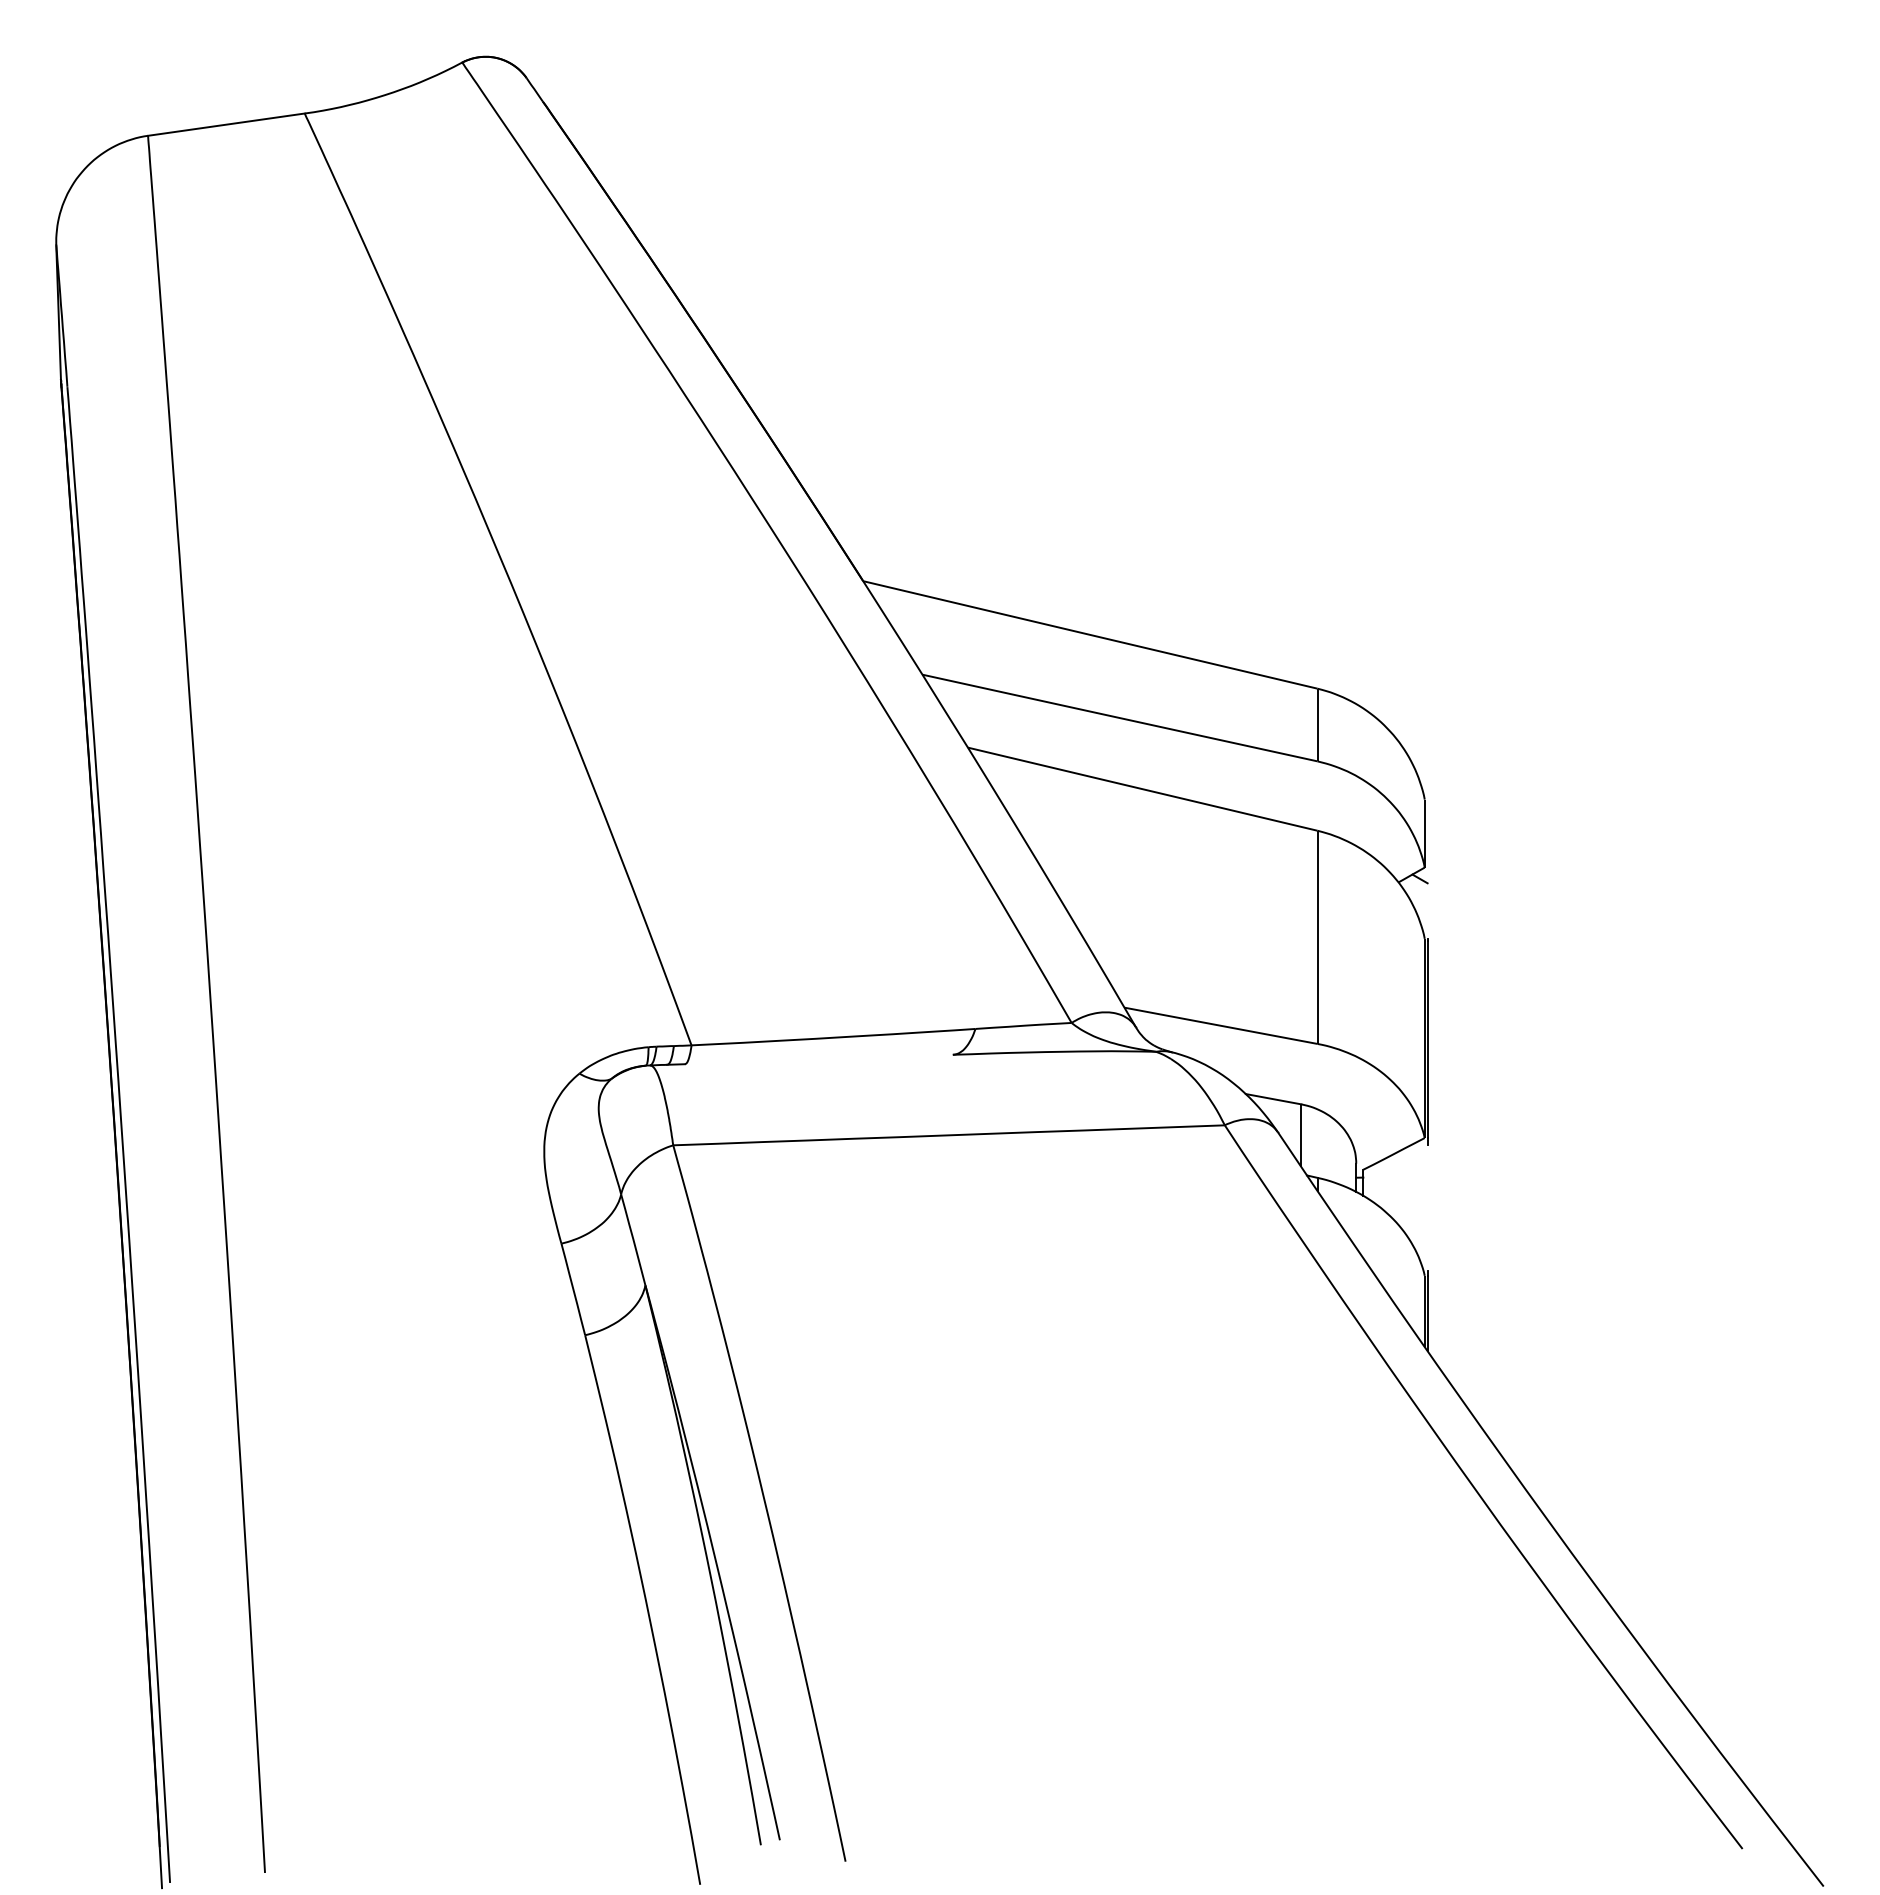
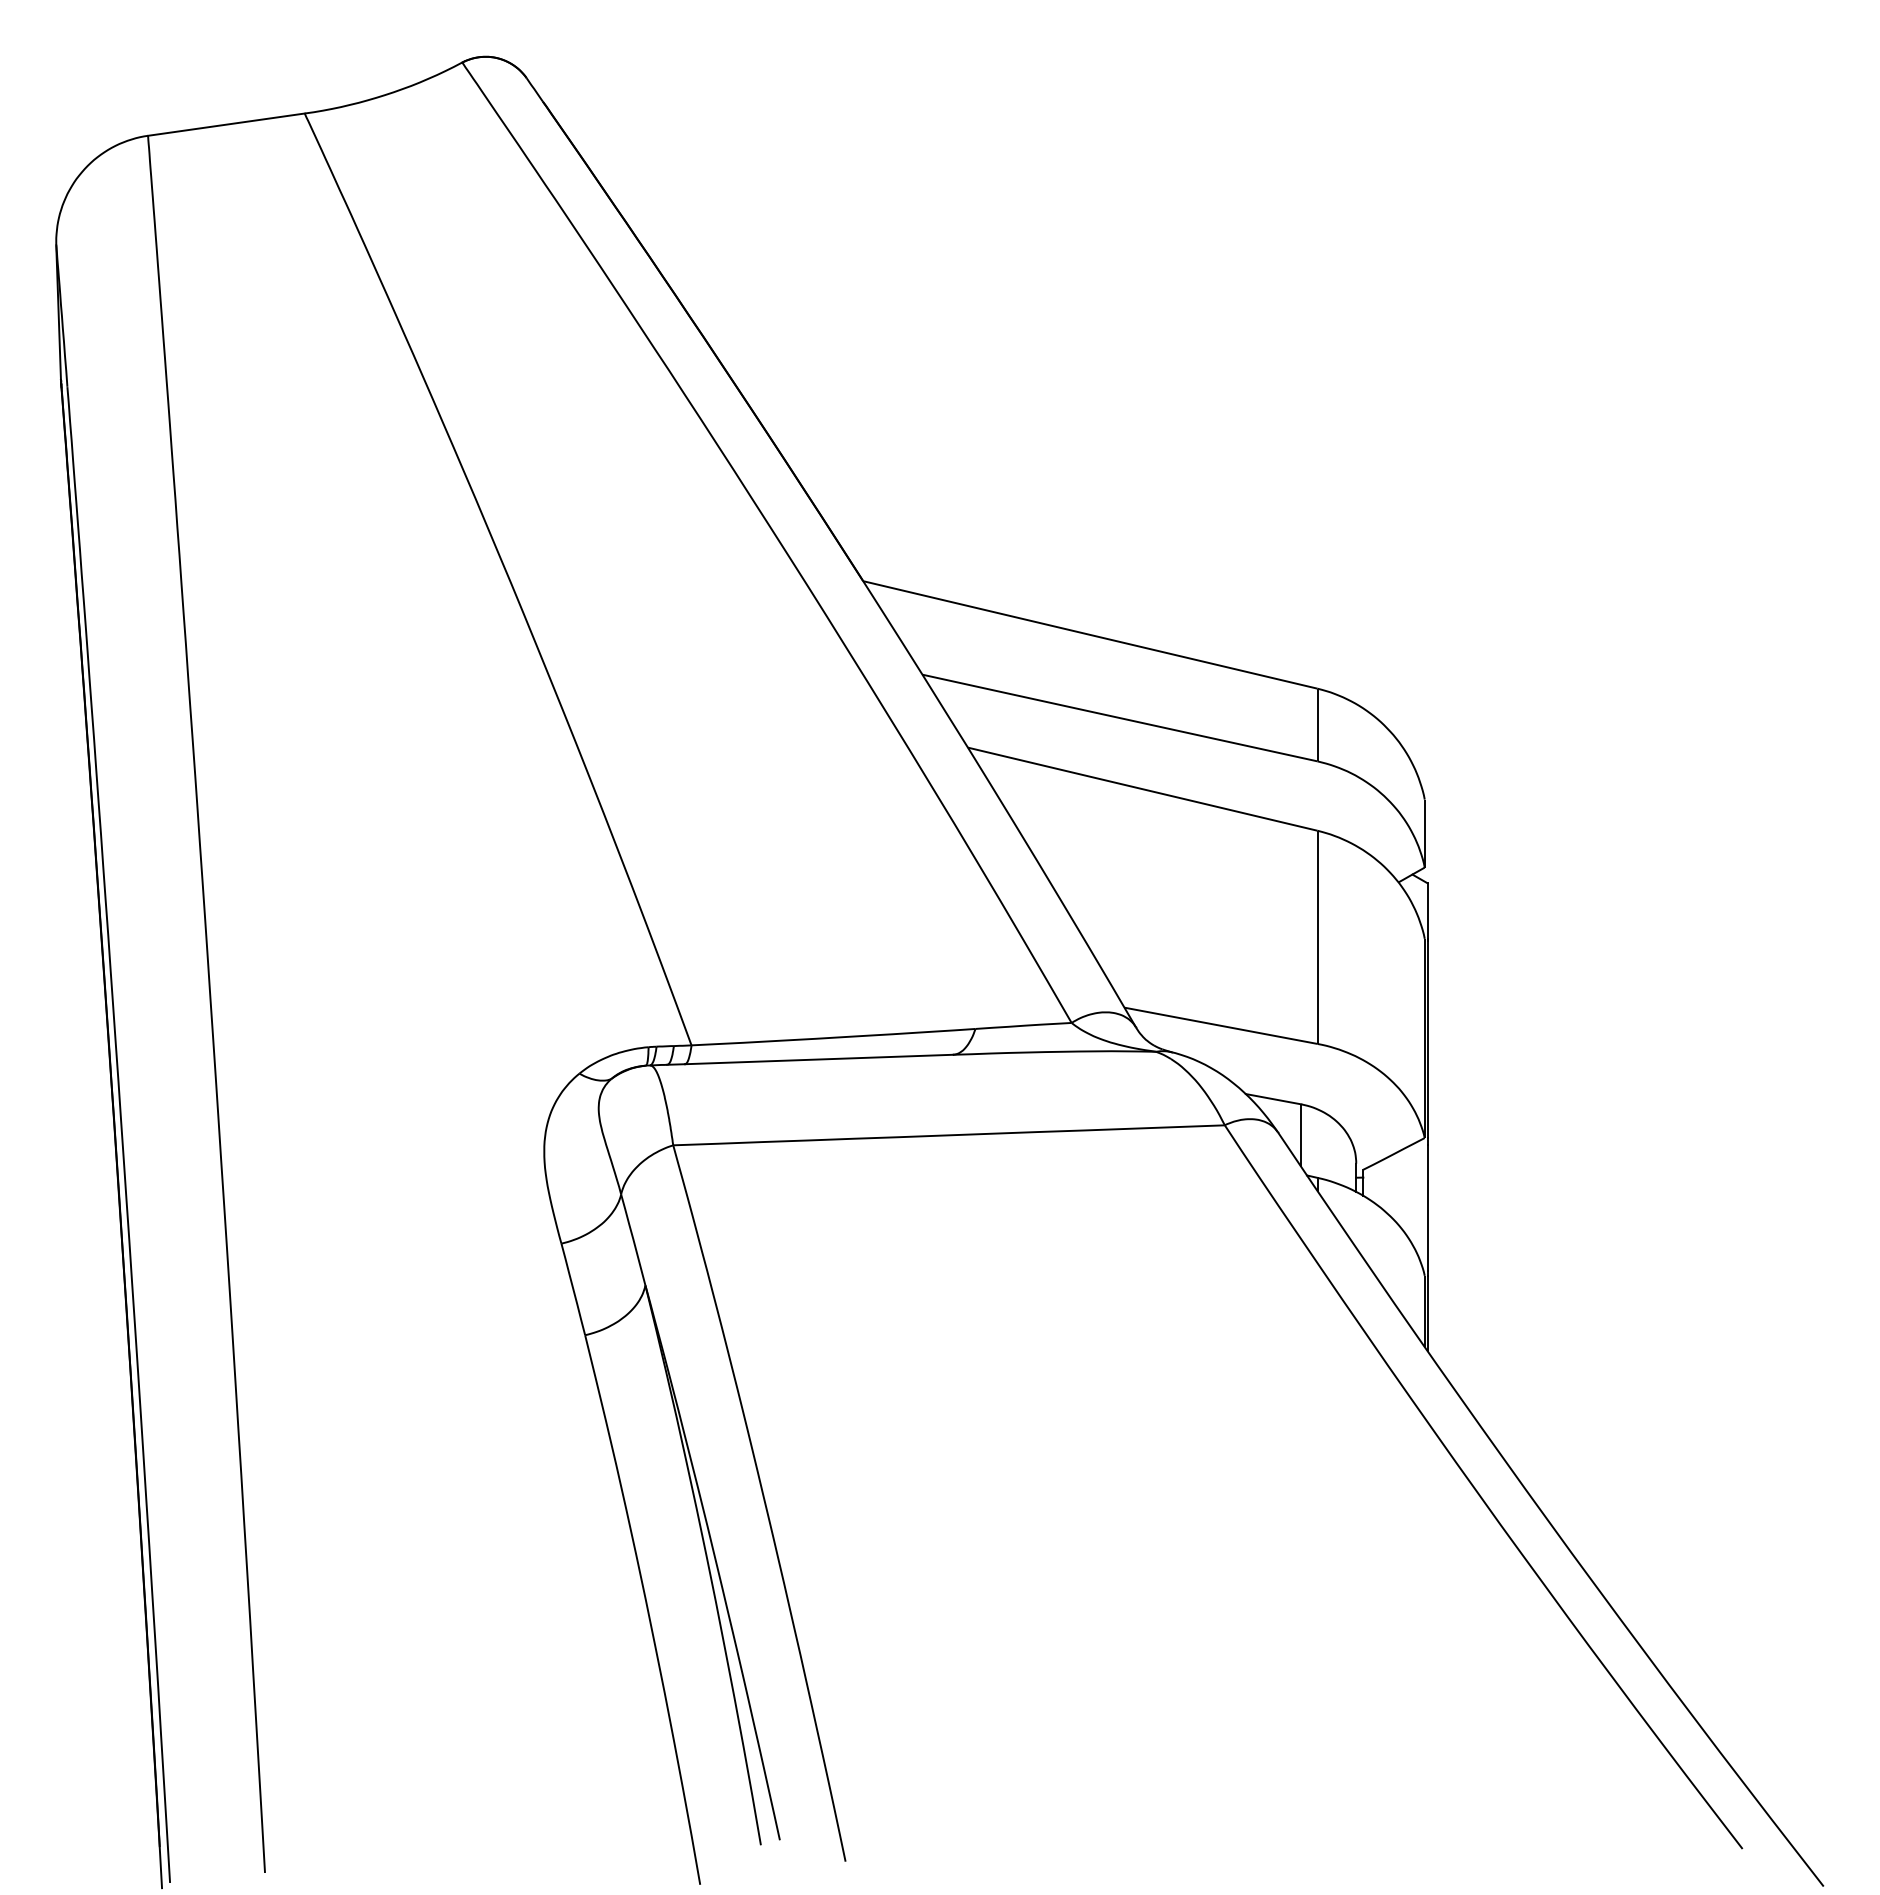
line at (1427, 910): none -> present
line at (818, 1059): none -> present
line at (1427, 1207): none -> present
